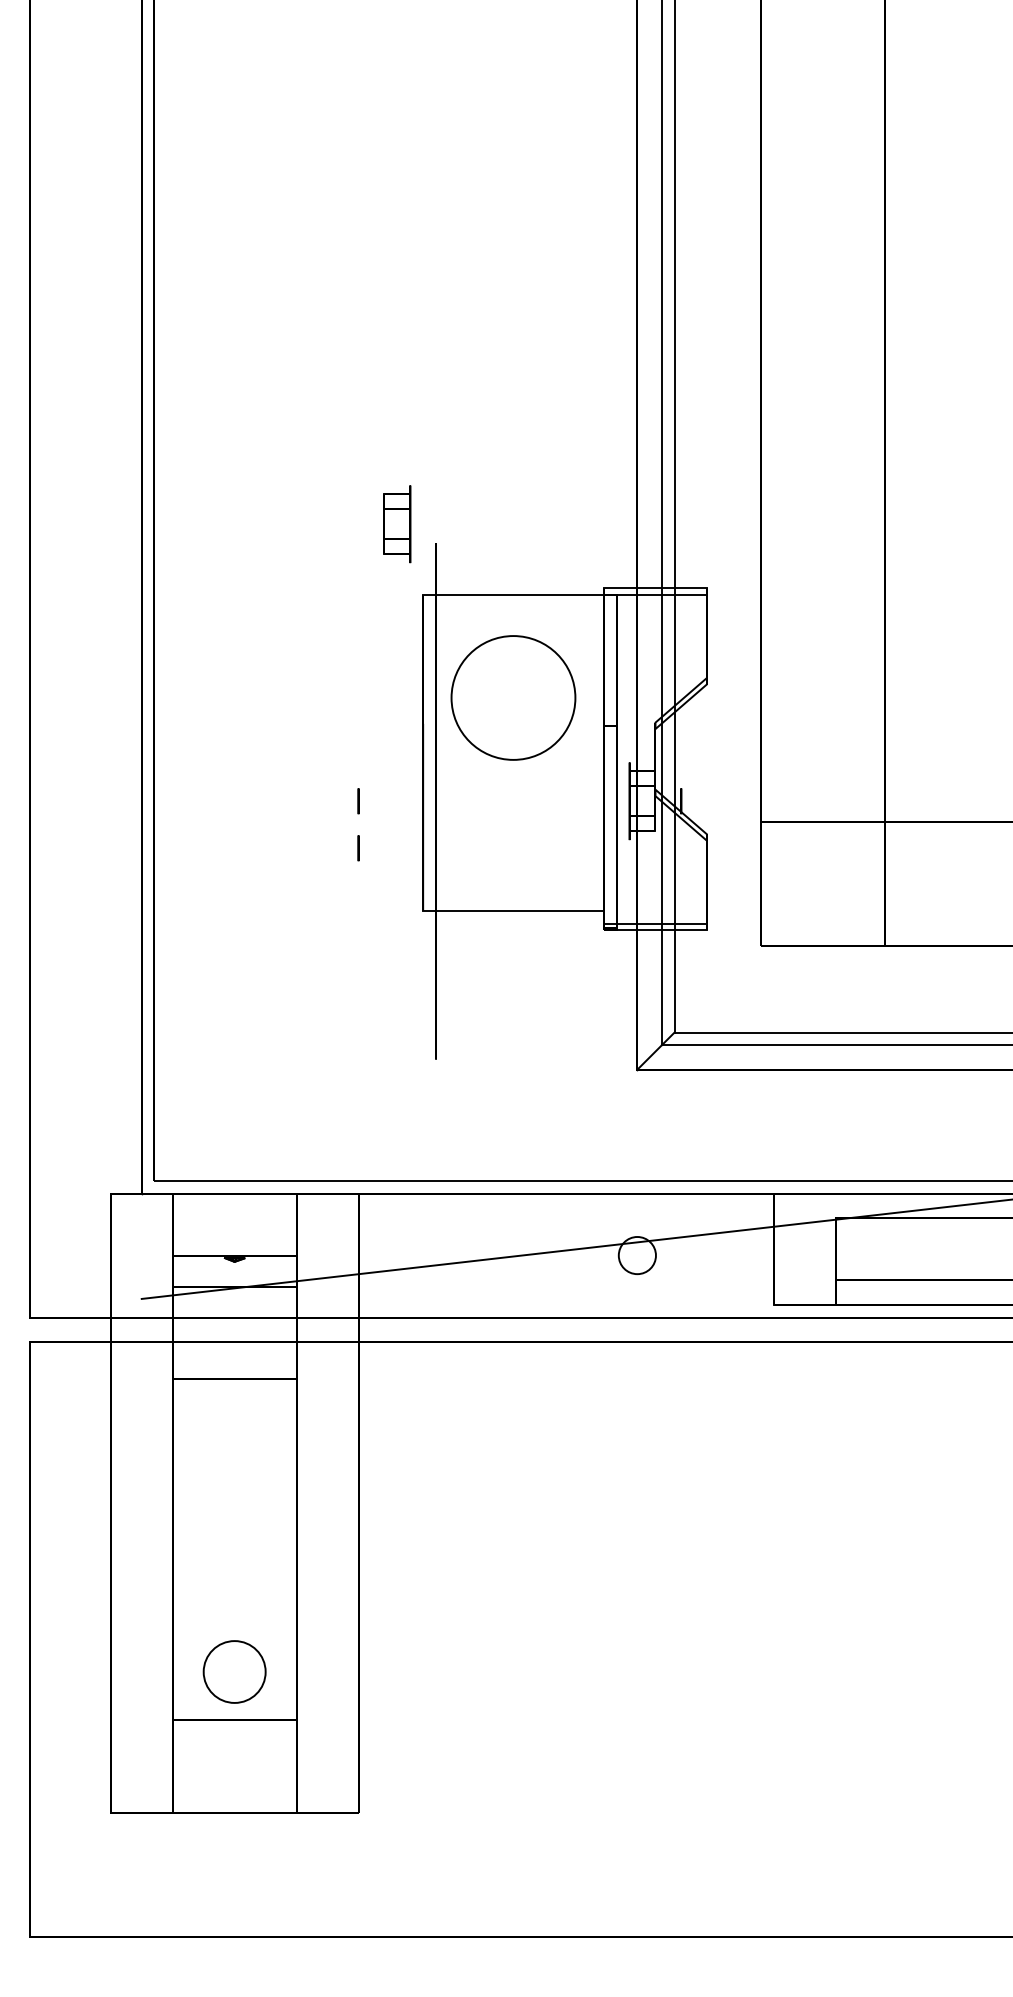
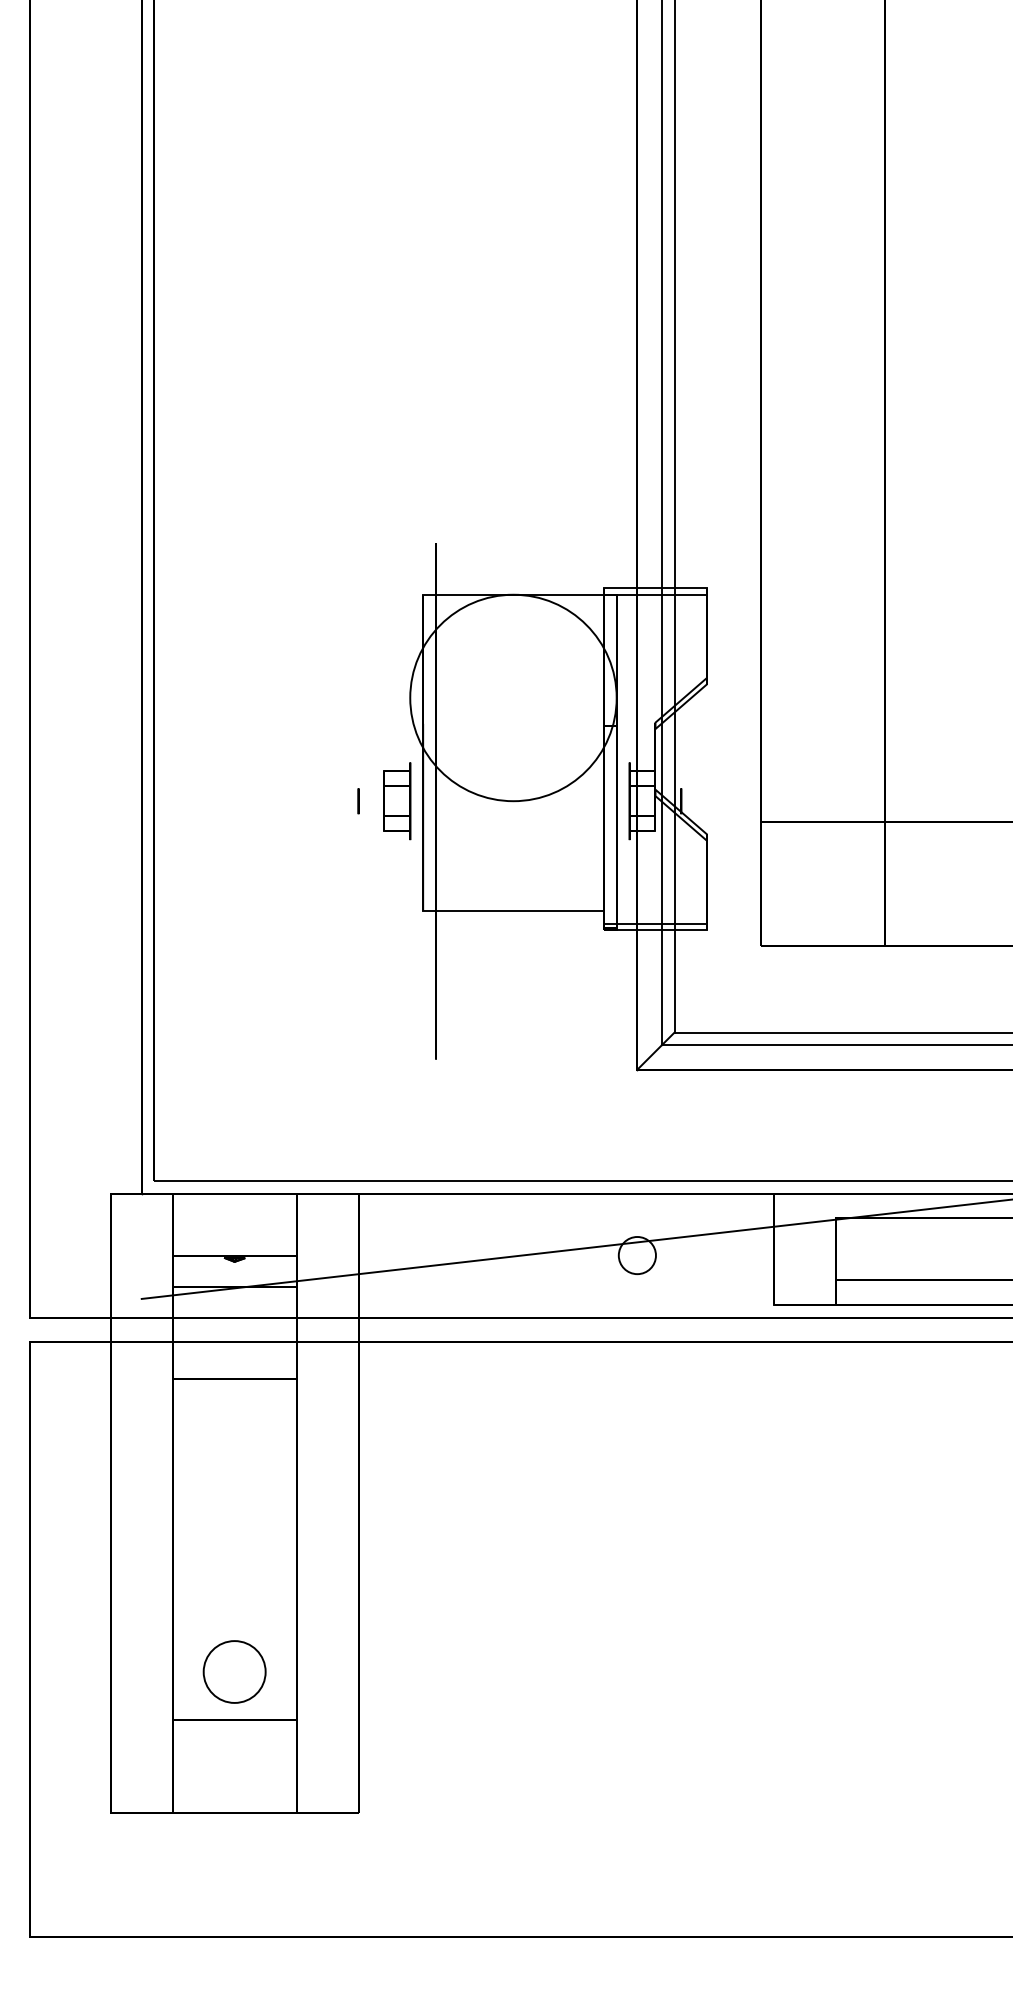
part at (397, 524) position: (397, 524) -> (397, 801)
circle at (513, 697) diameter: 124 px -> 206 px
circle at (358, 848): present -> none
